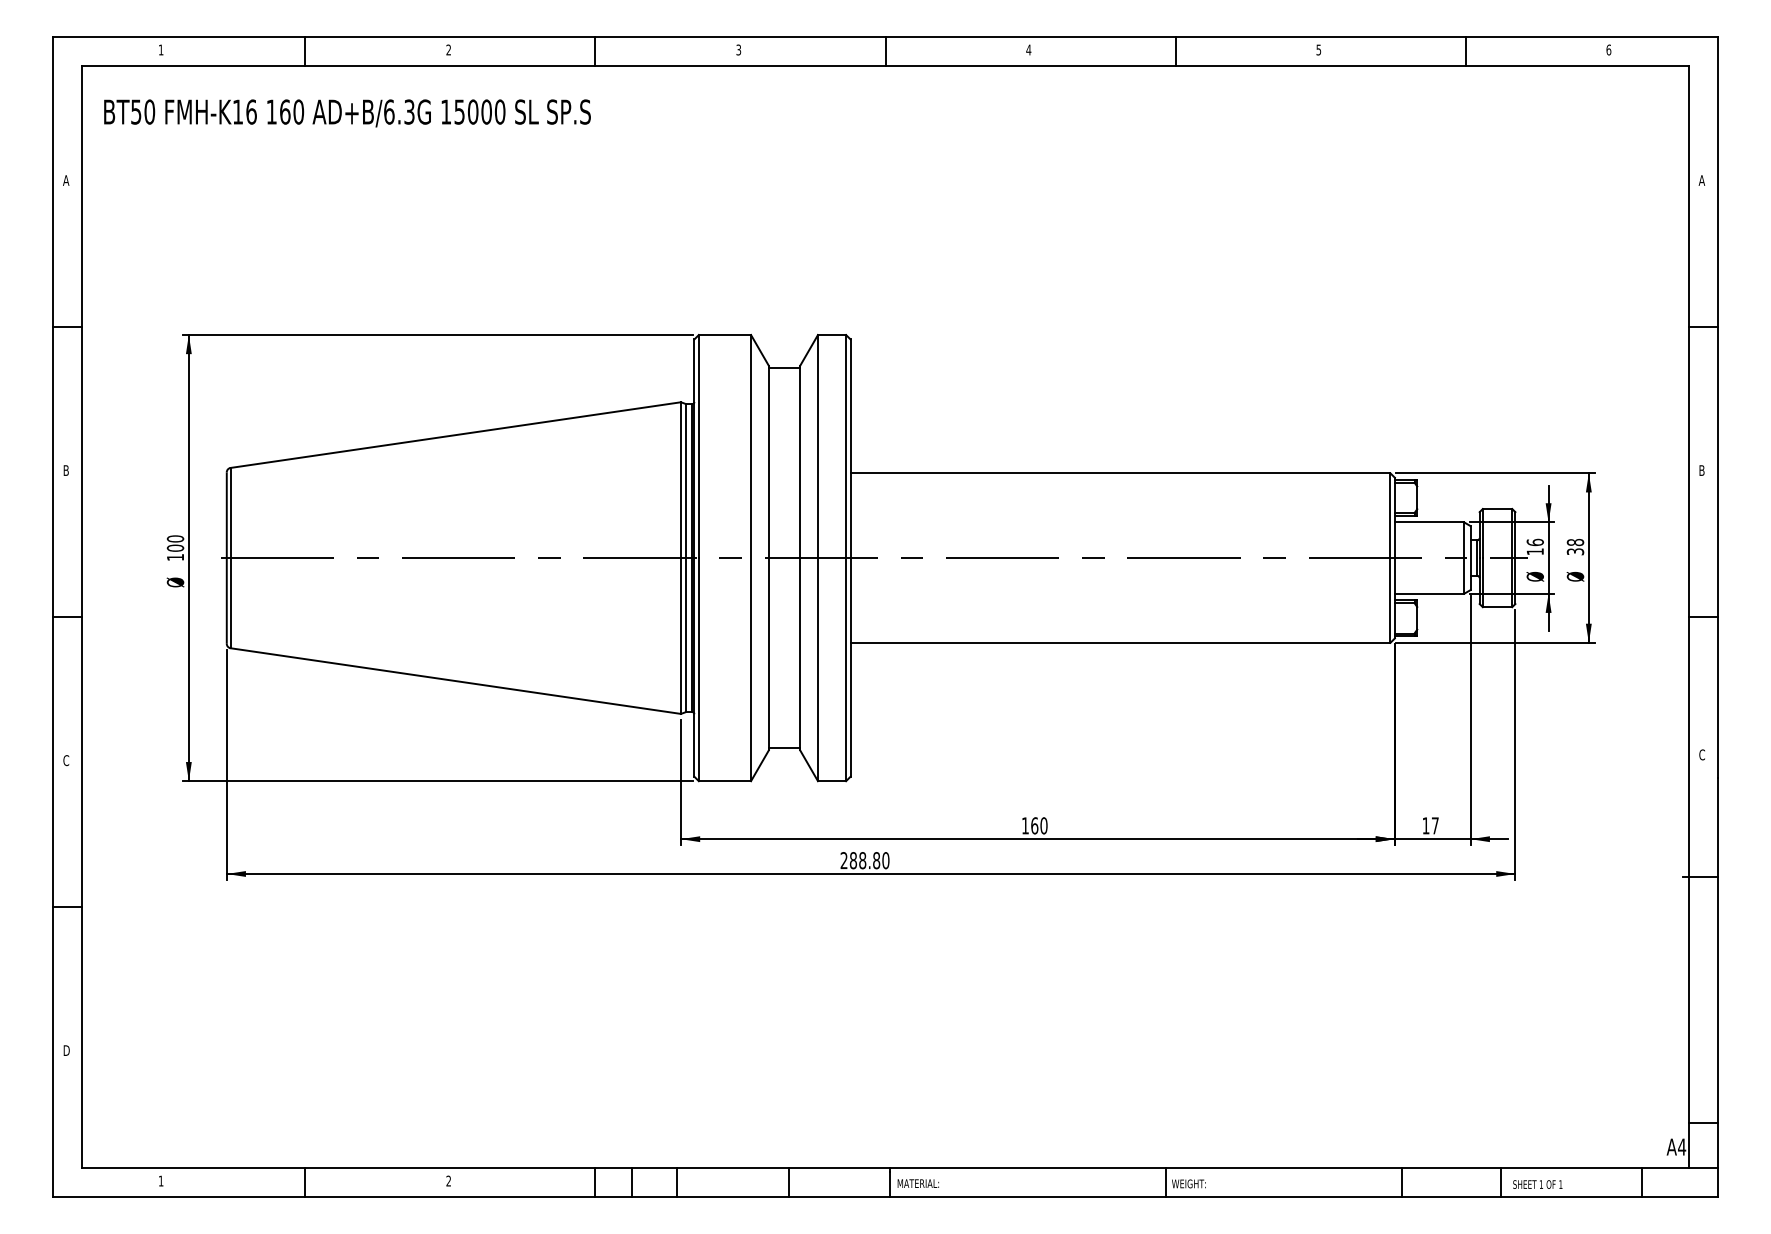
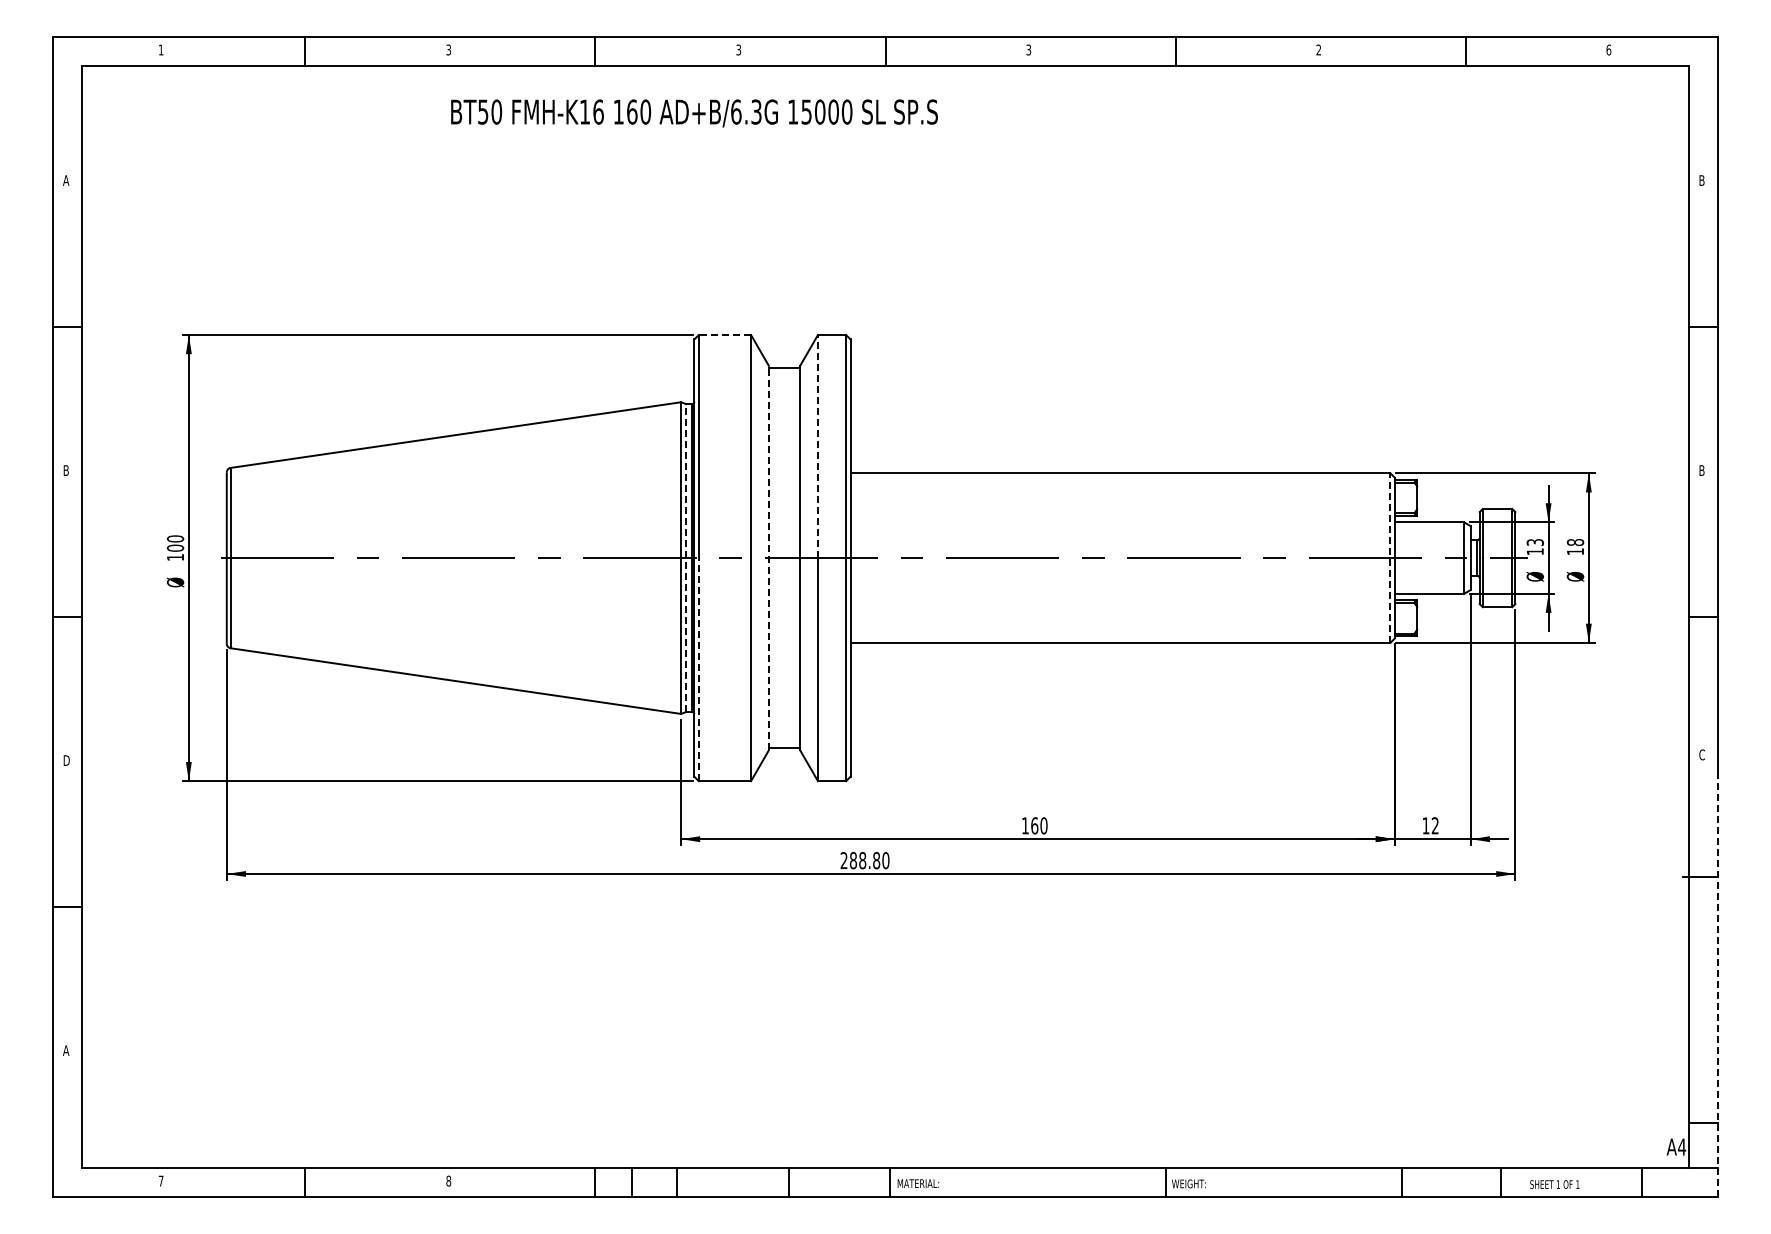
text at (1028, 49): 4 -> 3
text at (1318, 49): 5 -> 2
text at (448, 50): 2 -> 3
text at (347, 113) position: (347, 113) -> (694, 113)
text at (1701, 180): A -> B
line at (724, 335): solid -> dashed
line at (817, 446): solid -> dashed
text at (1534, 542): 16 -> 13
text at (1575, 551): 38 -> 18
line at (768, 557): solid -> dashed
line at (686, 558): solid -> dashed
line at (1390, 558): solid -> dashed
line at (698, 669): solid -> dashed
text at (66, 760): C -> D
text at (1434, 825): 17 -> 12
line at (1717, 987): solid -> dashed
text at (66, 1050): D -> A
text at (160, 1180): 1 -> 7
text at (448, 1180): 2 -> 8
text at (1537, 1184) position: (1537, 1184) -> (1554, 1184)
